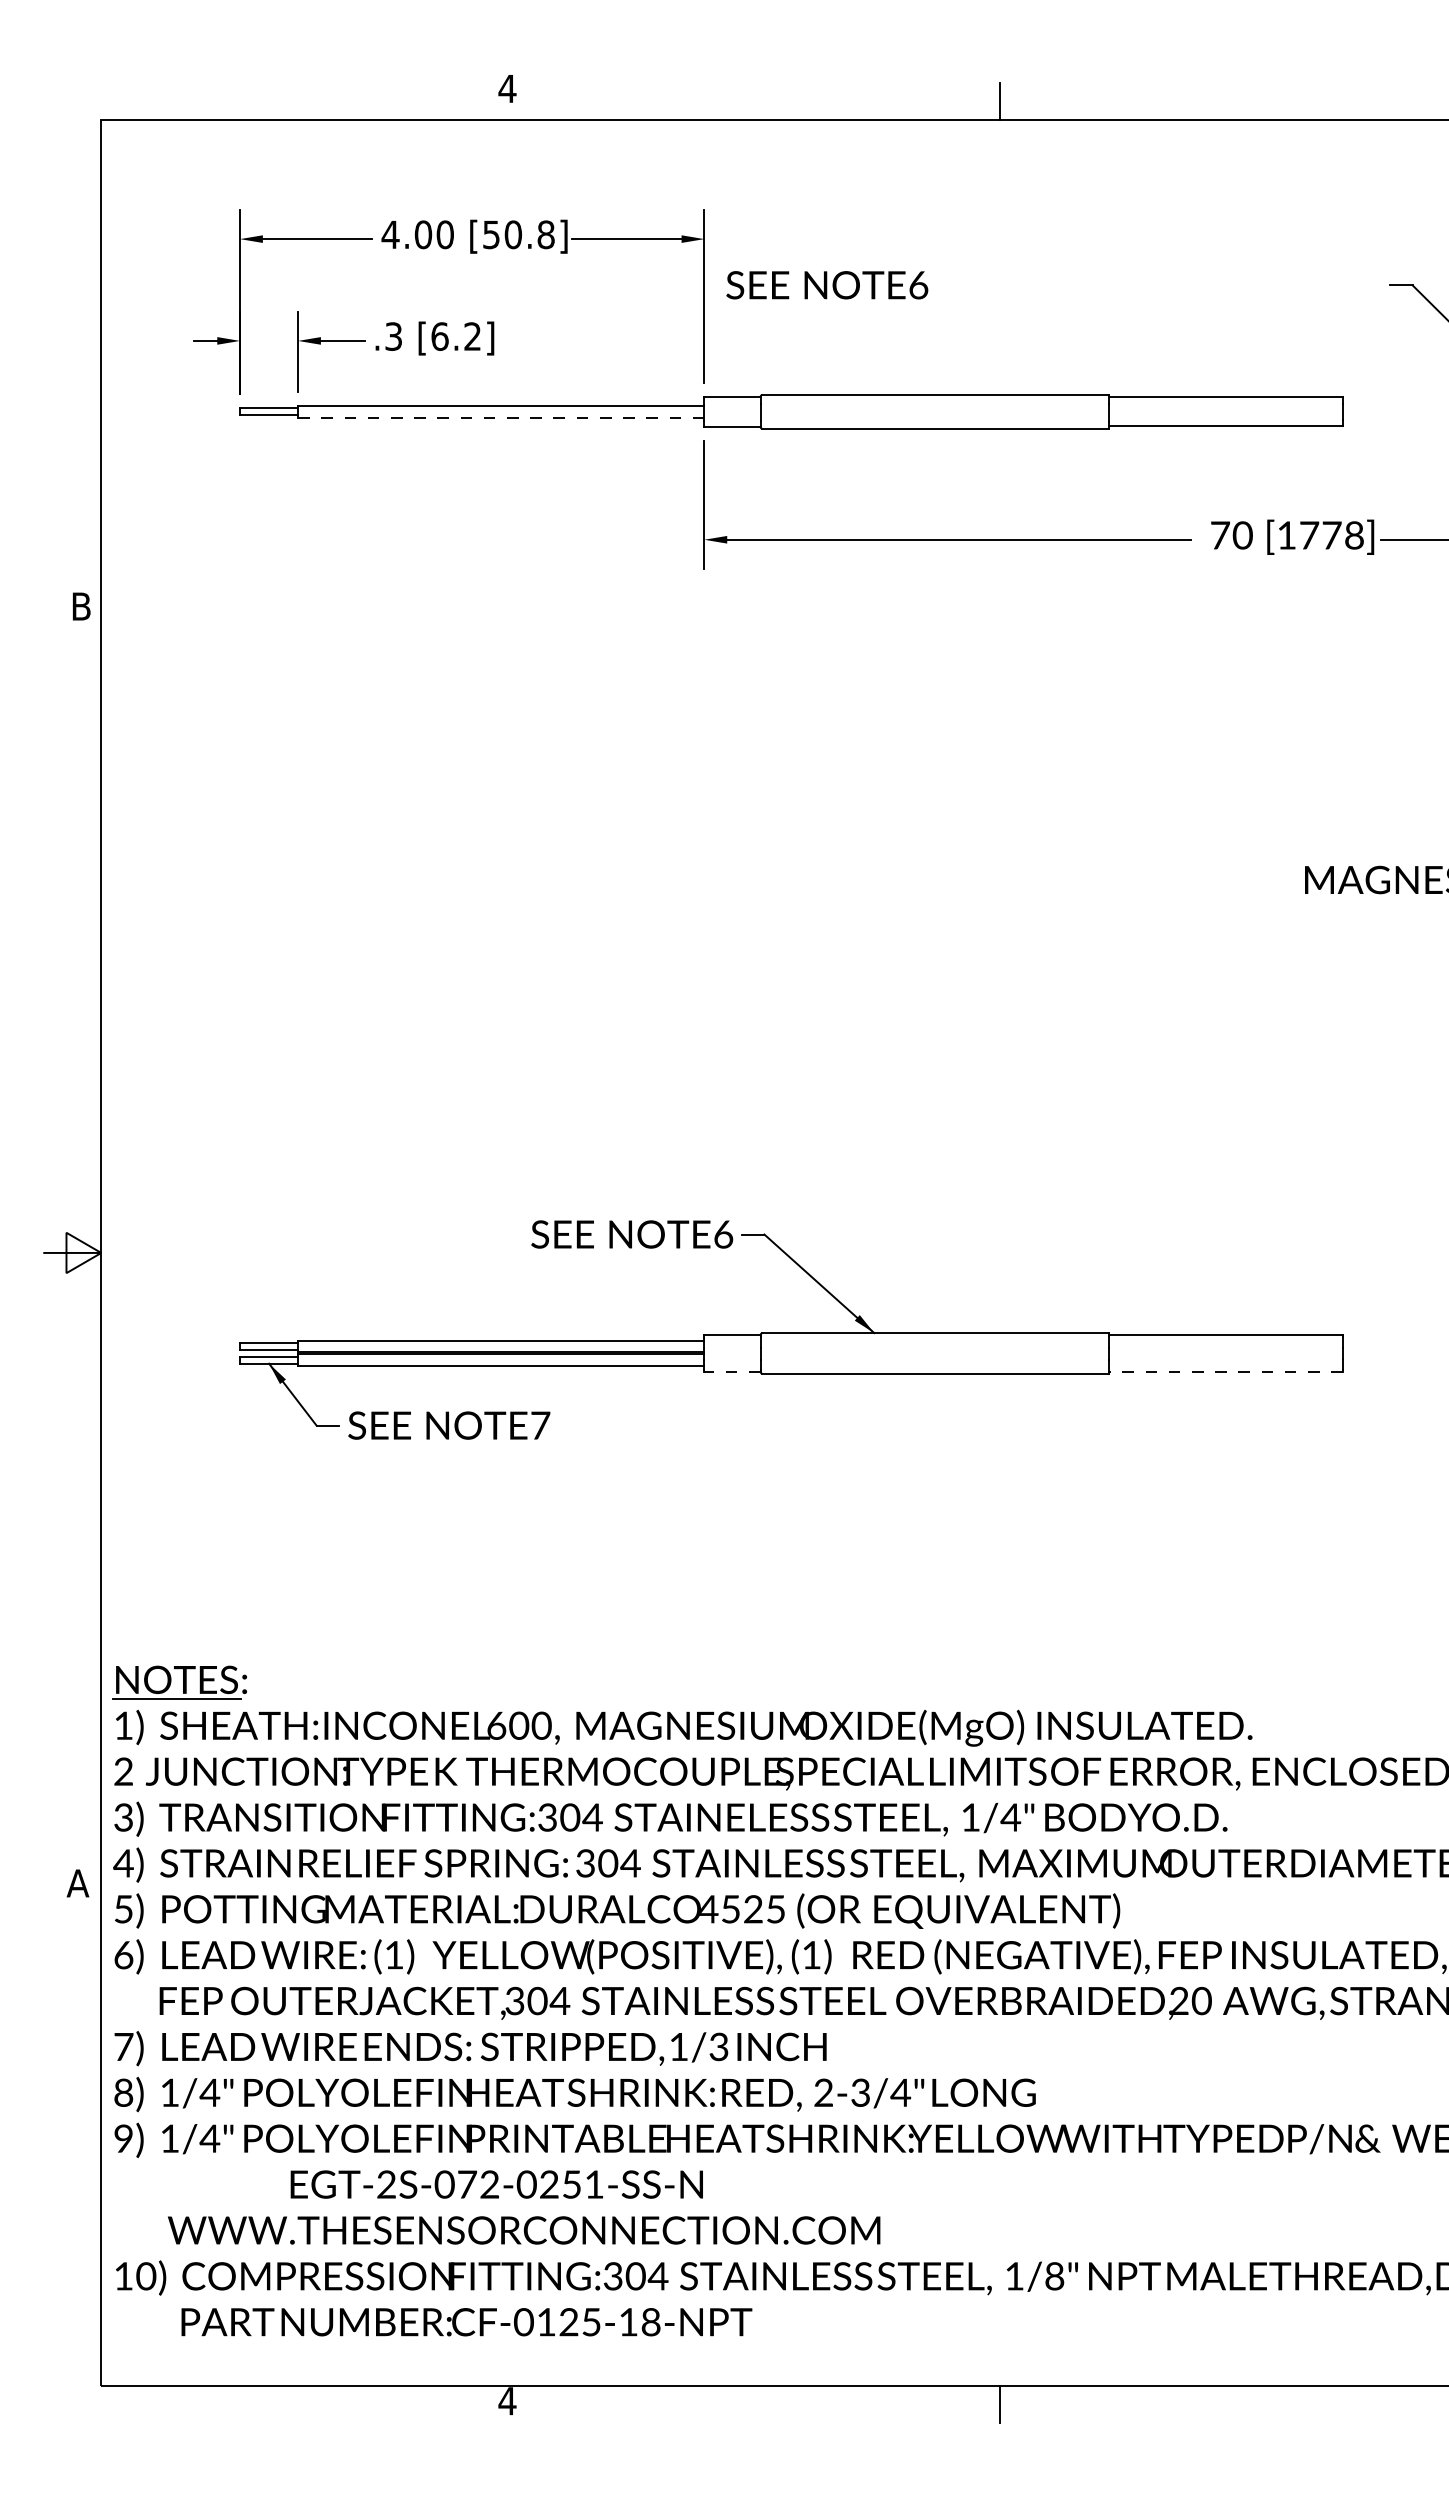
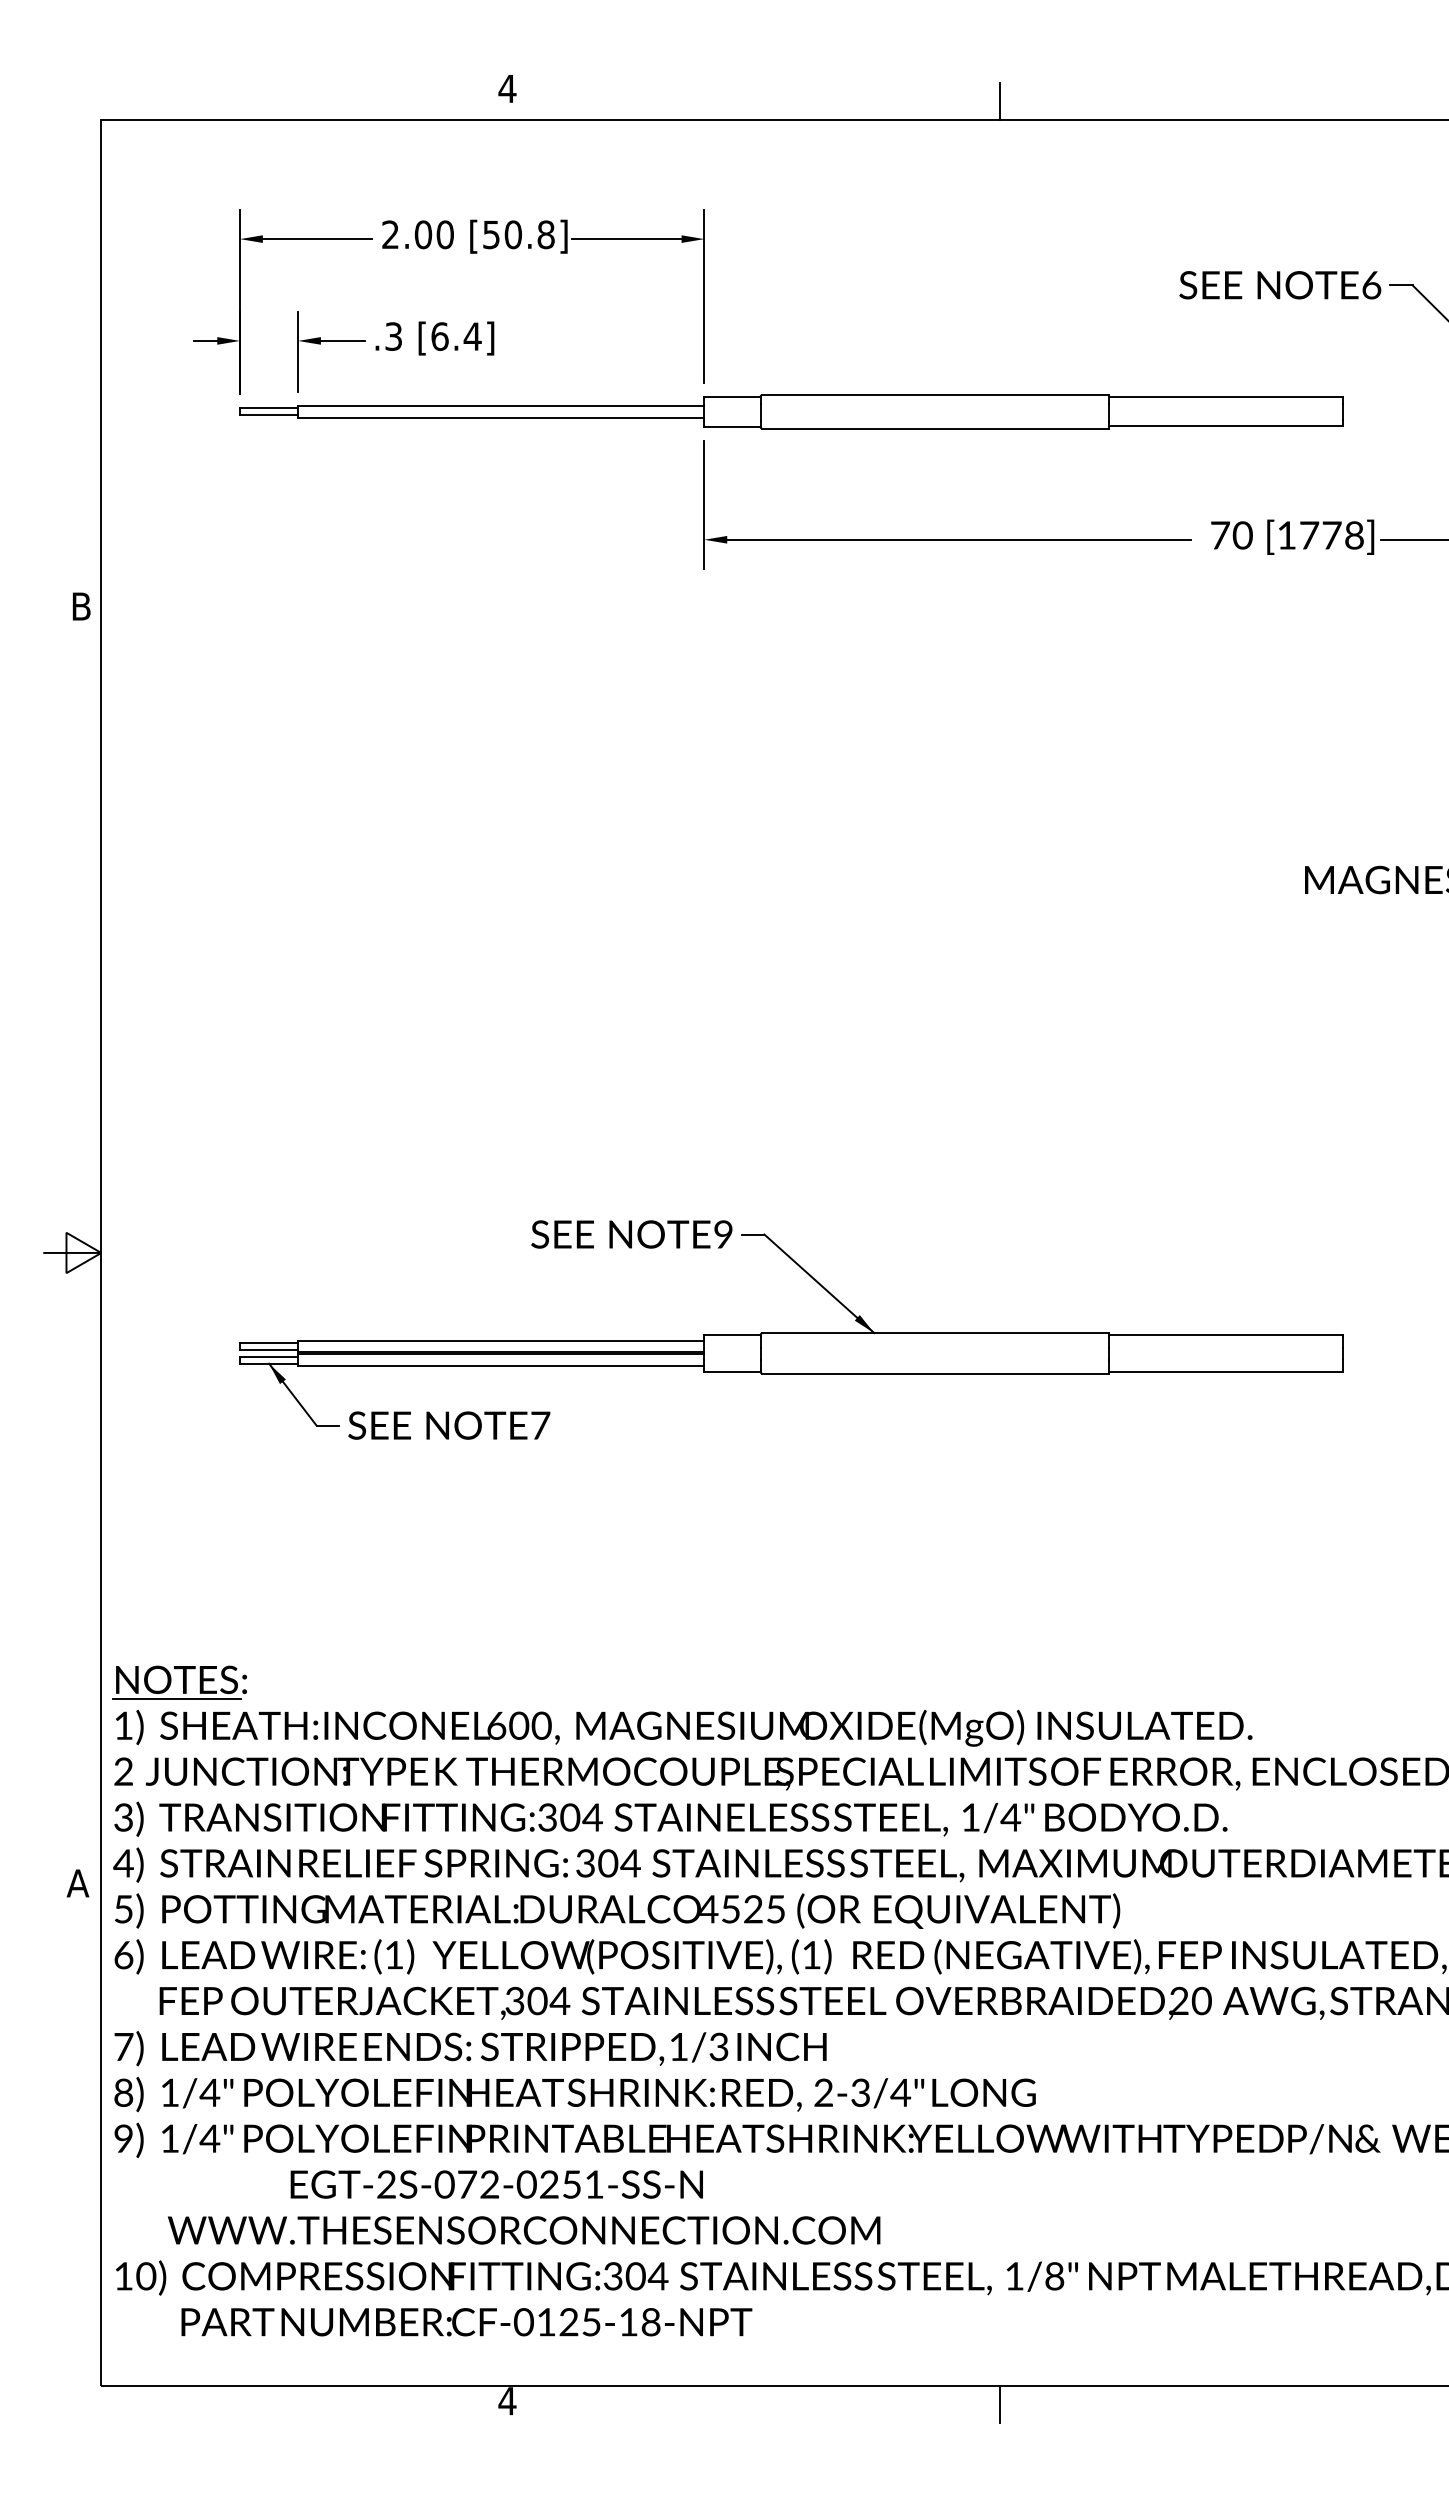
text at (390, 234): 4.00 -> 2.00
text at (827, 285) position: (827, 285) -> (1280, 285)
text at (472, 336): [6.2] -> [6.4]
line at (500, 417): dashed -> solid
text at (723, 1234): 6 -> 9
line at (732, 1371): dashed -> solid
line at (1225, 1371): dashed -> solid
